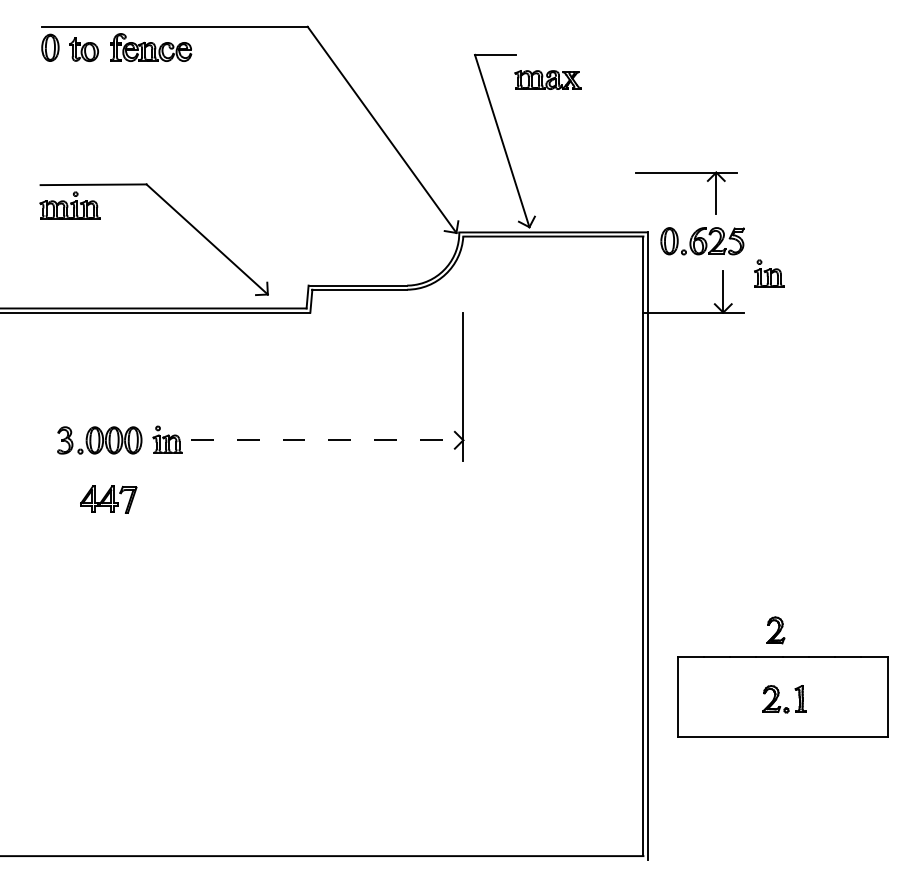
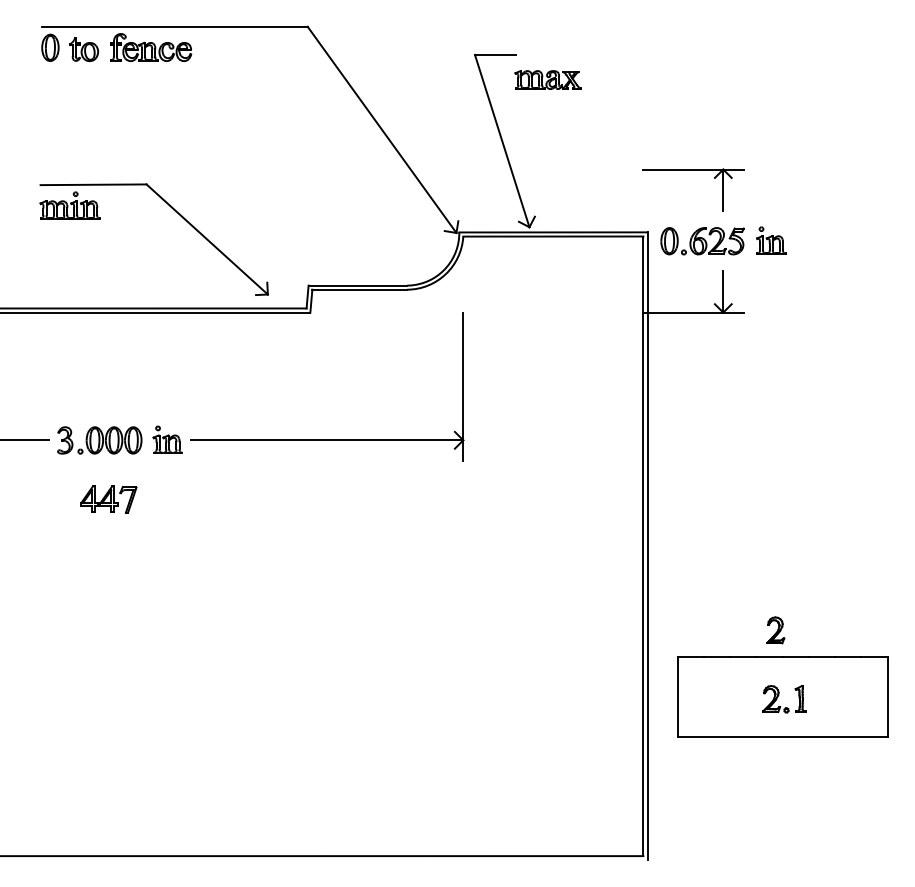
part at (686, 173) position: (686, 173) -> (693, 170)
part at (769, 273) position: (769, 273) -> (771, 240)
line at (25, 440): none -> present
line at (327, 440): dashed -> solid
